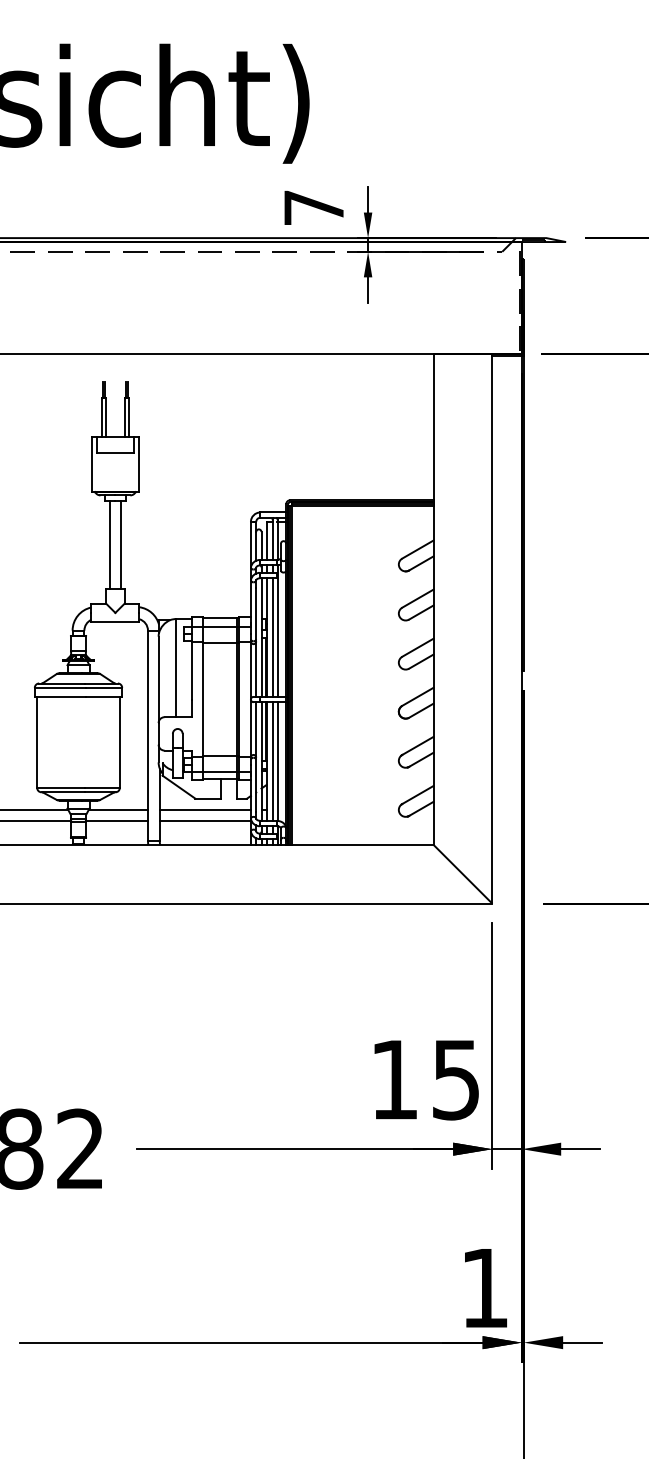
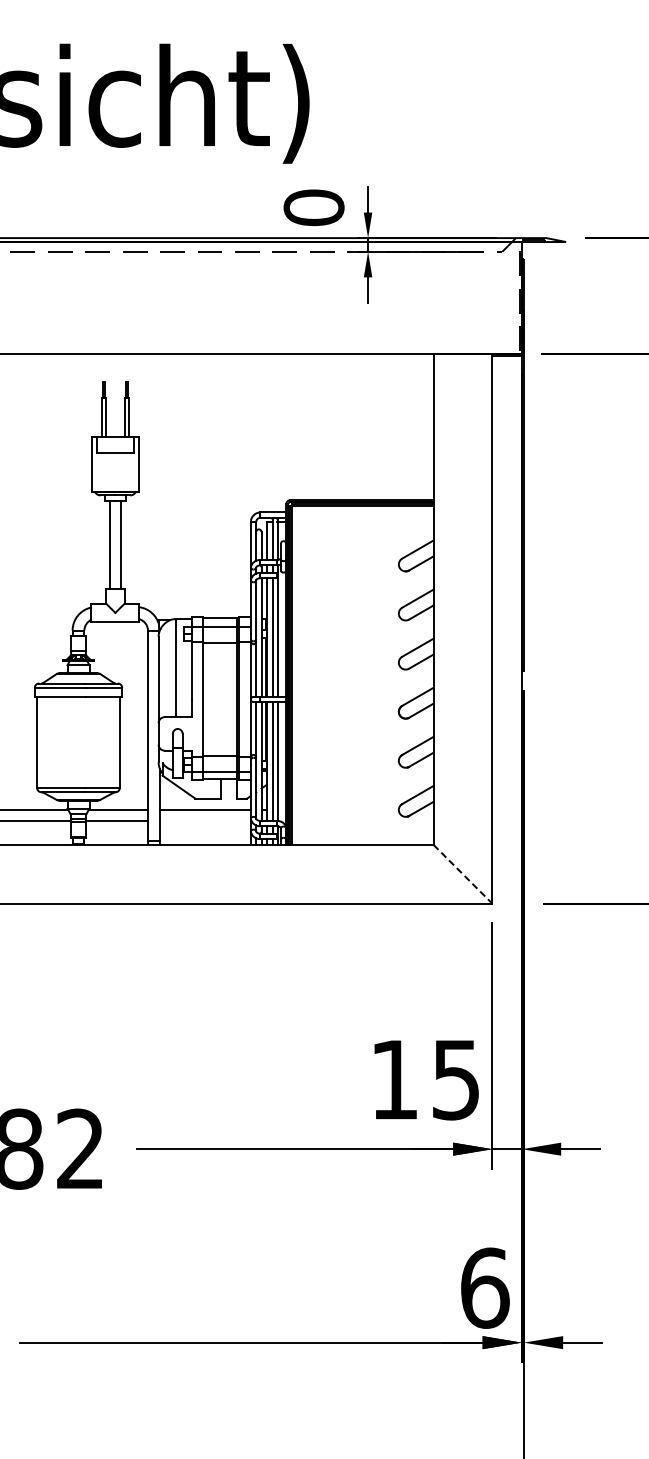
text at (313, 207): 7 -> 0
line at (204, 821): present -> none
line at (462, 874): solid -> dashed
text at (485, 1287): 1 -> 6
